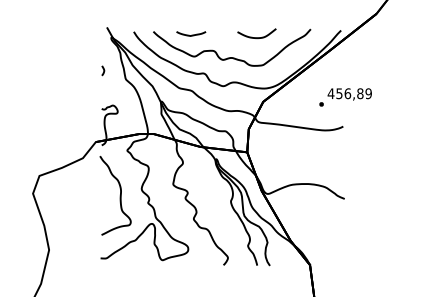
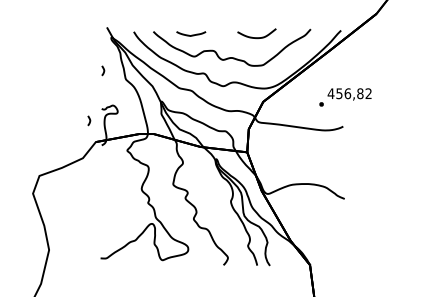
text at (368, 93): 456,89 -> 456,82
curve at (89, 120): none -> present
curve at (119, 195): present -> none
